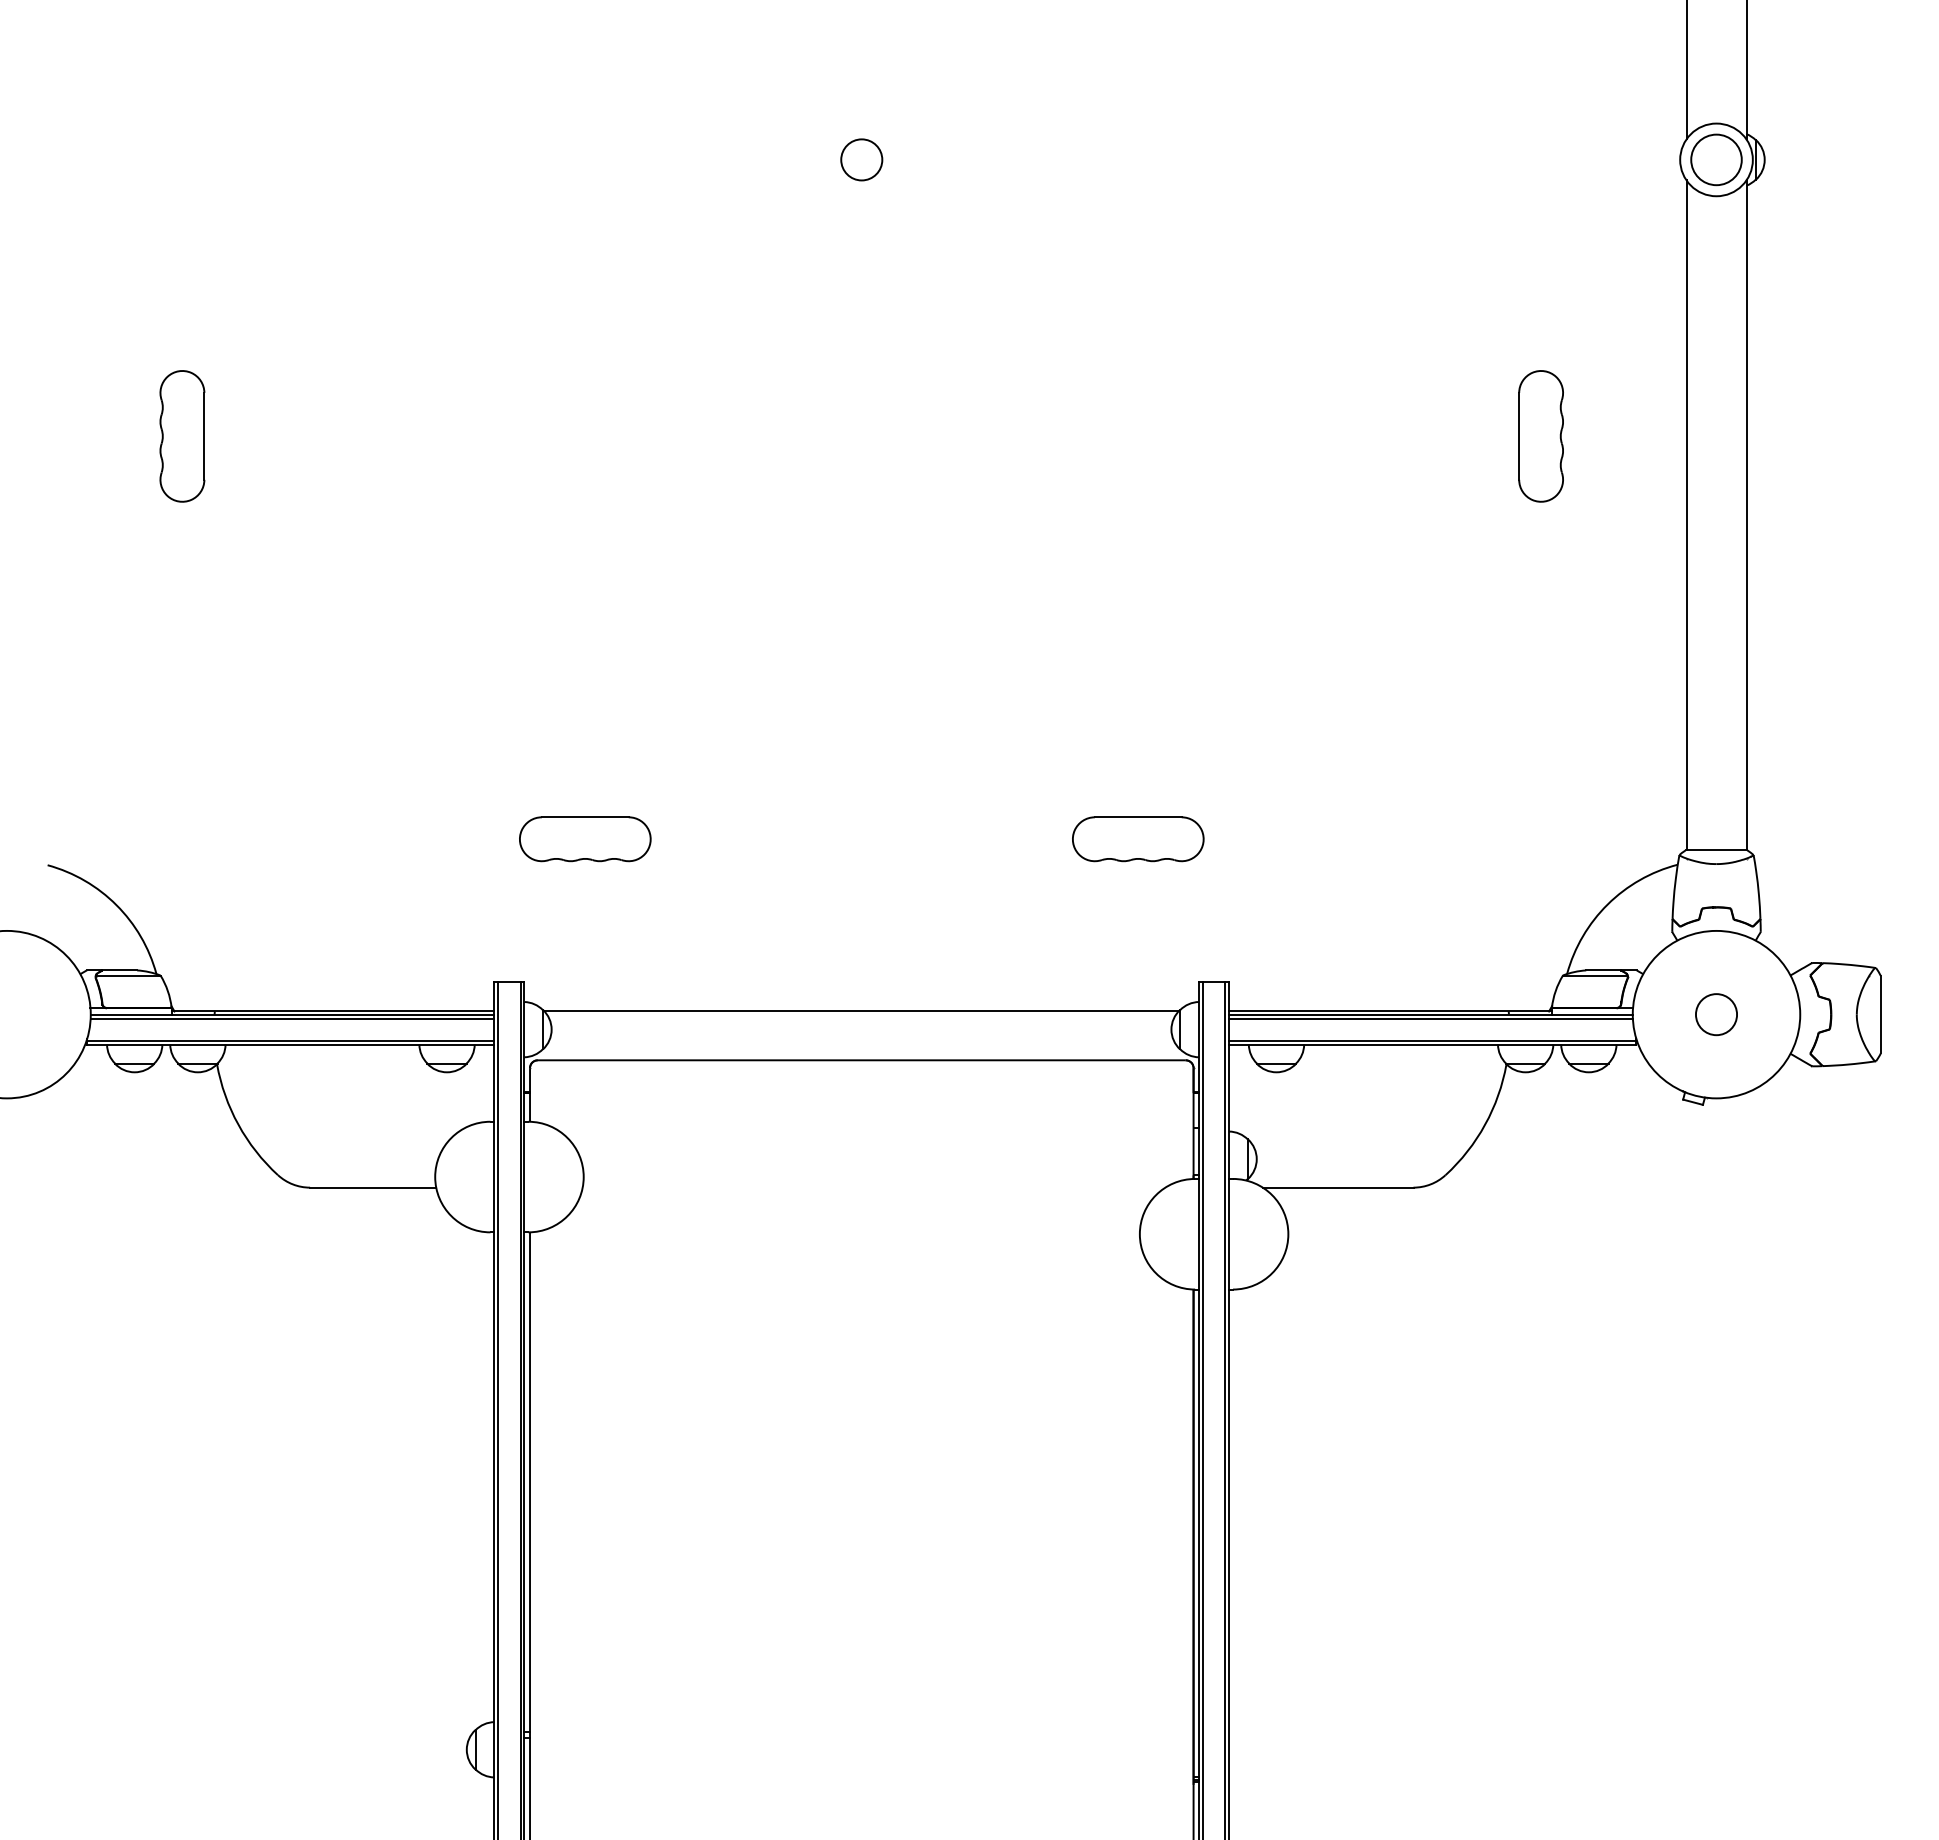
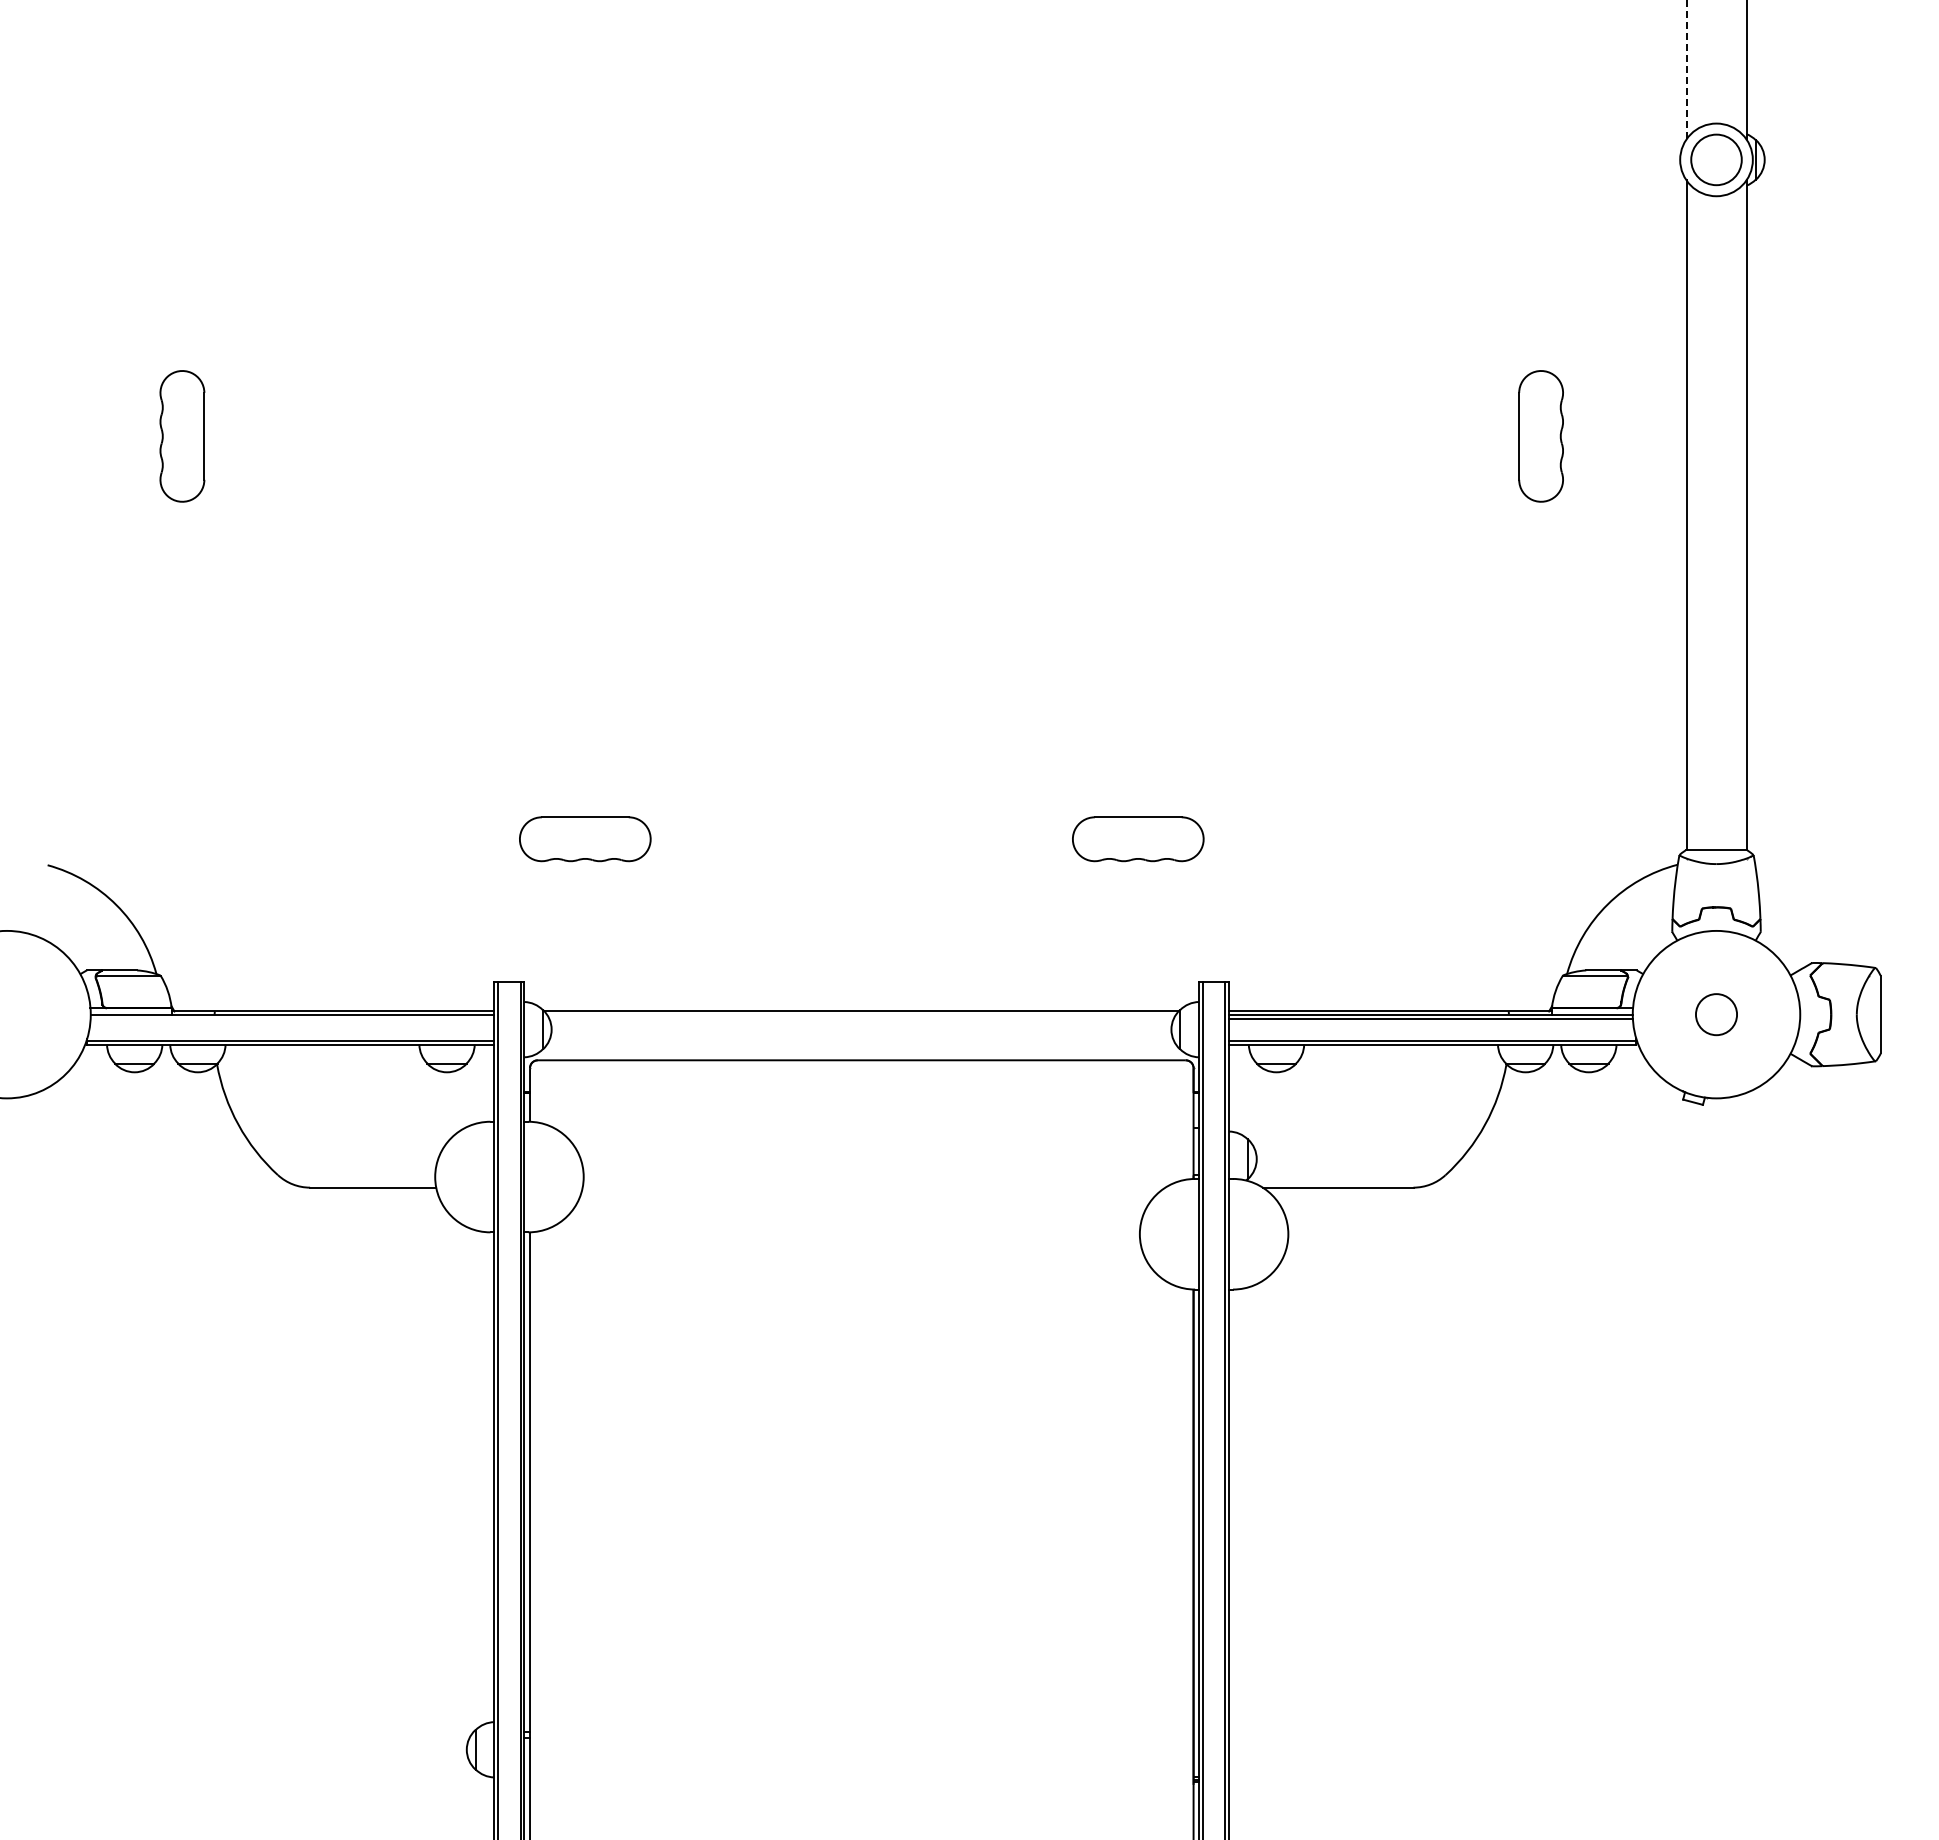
line at (1686, 69): solid -> dashed
circle at (861, 159): present -> none
line at (292, 1018): present -> none
